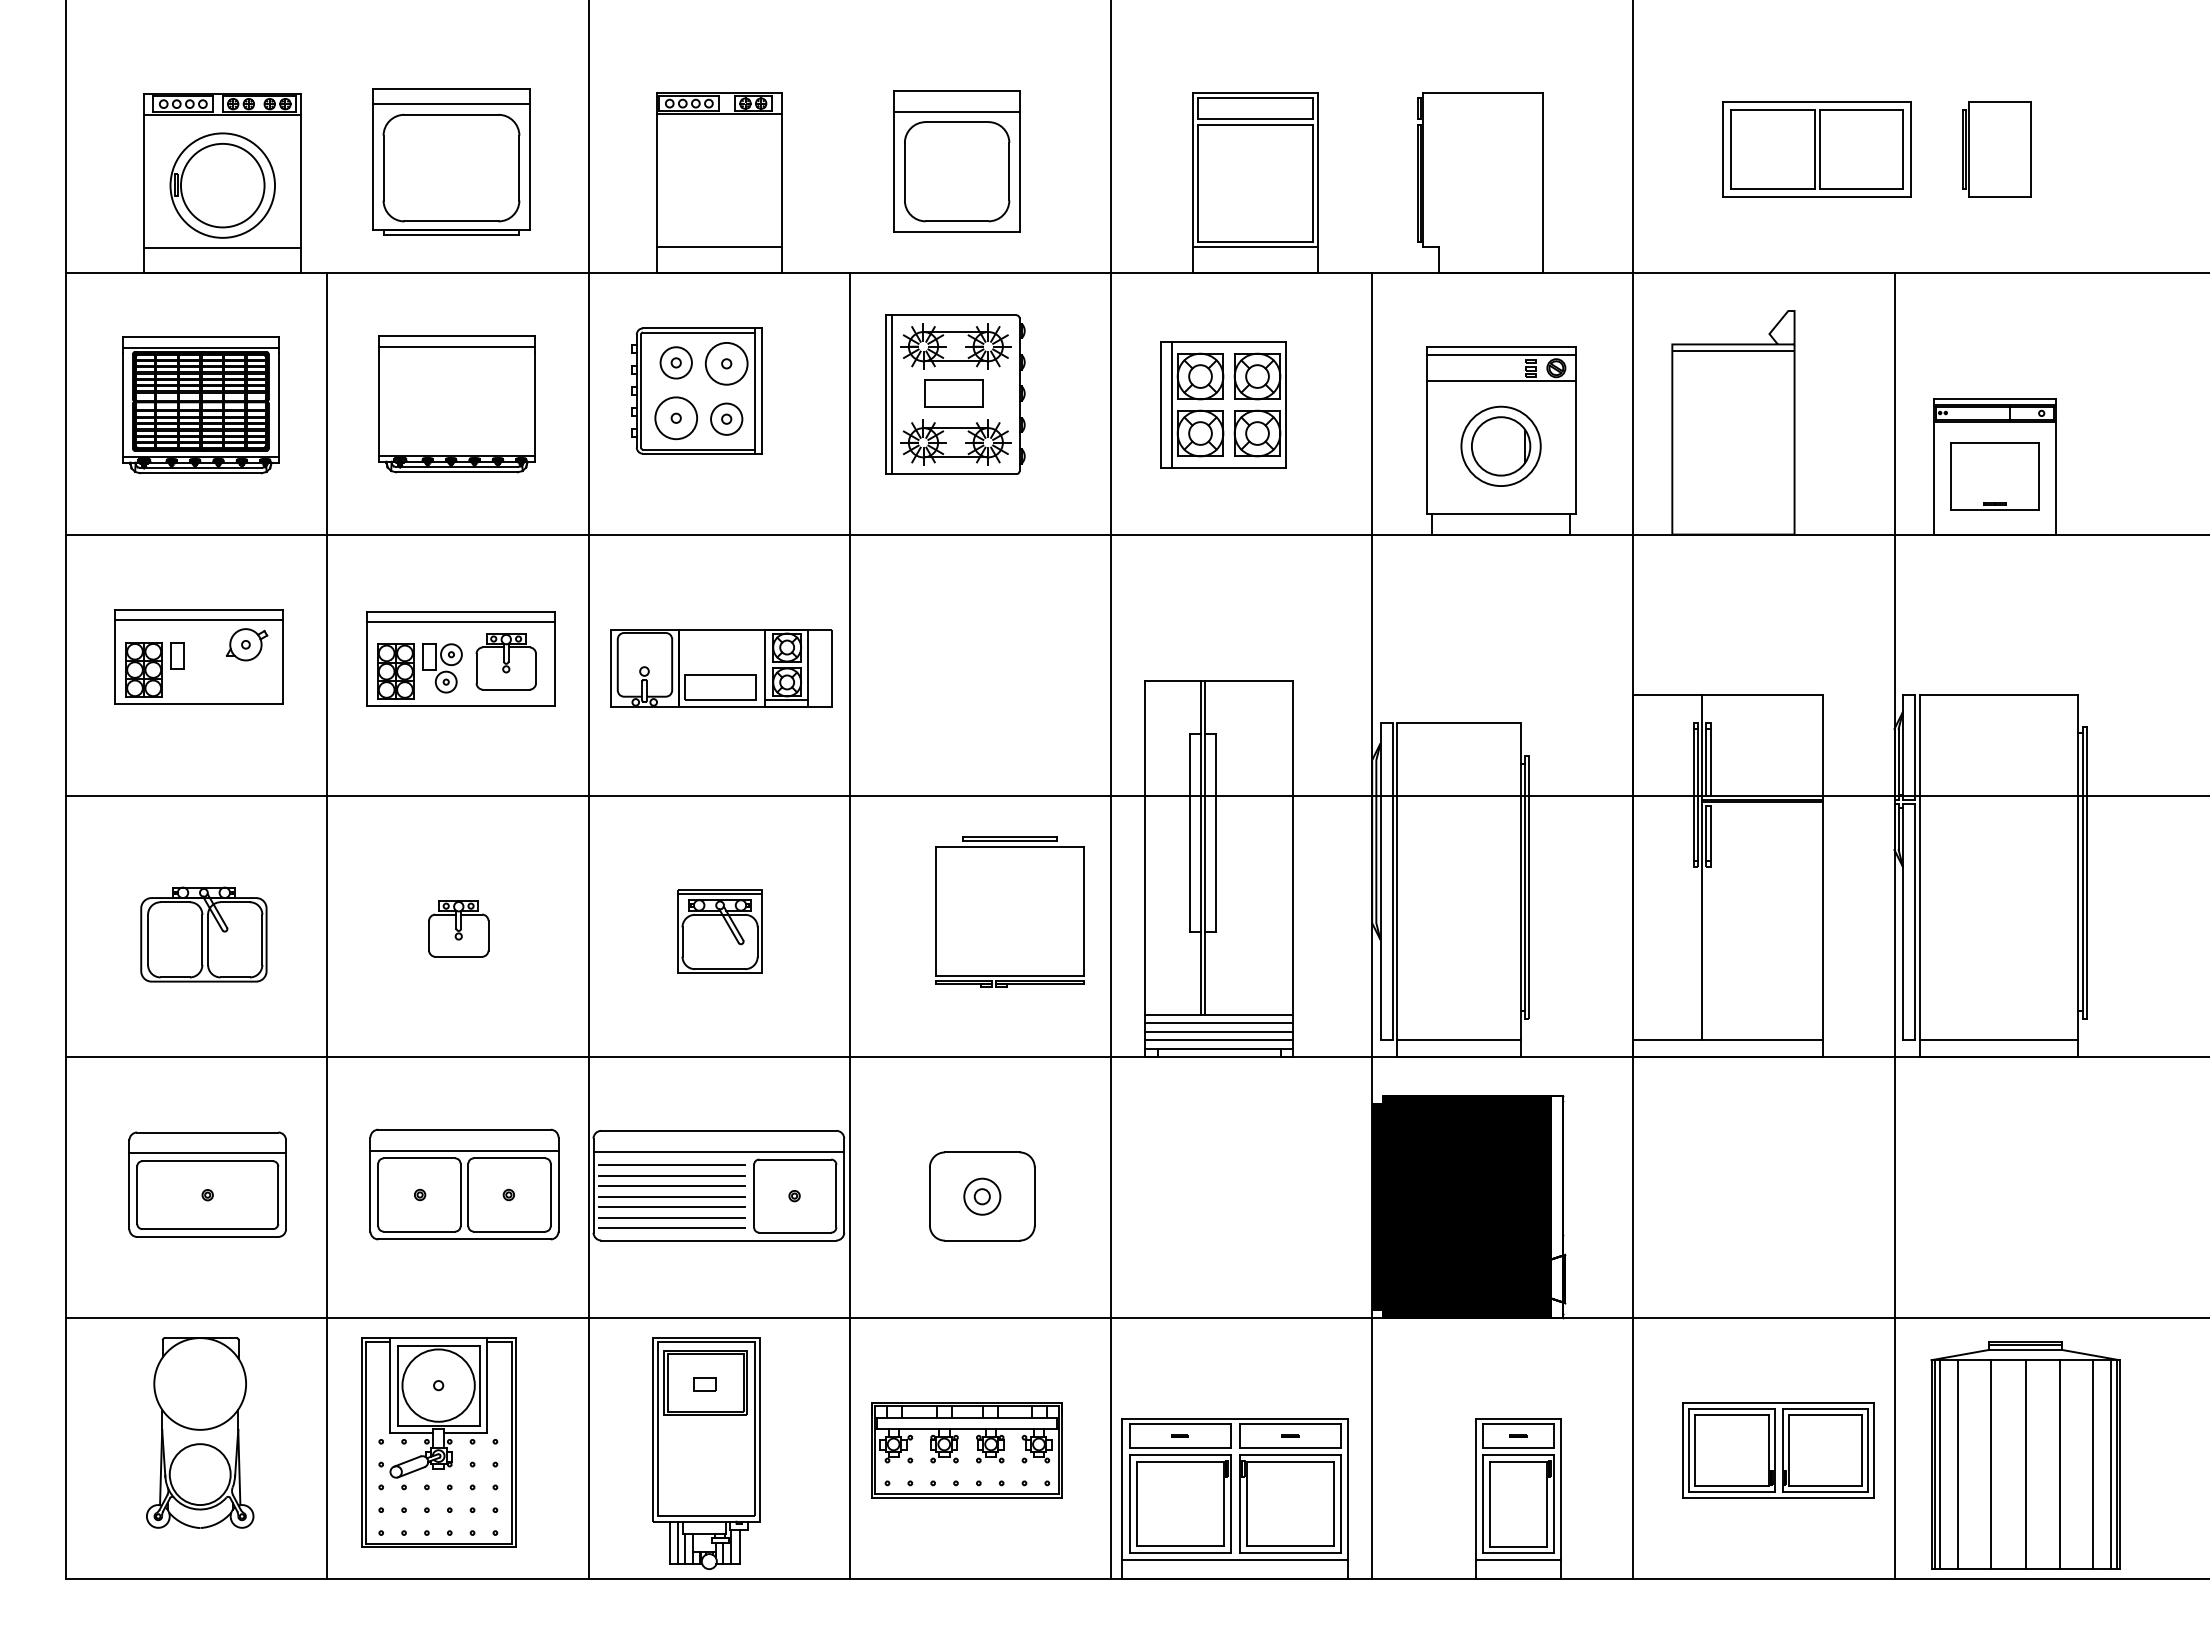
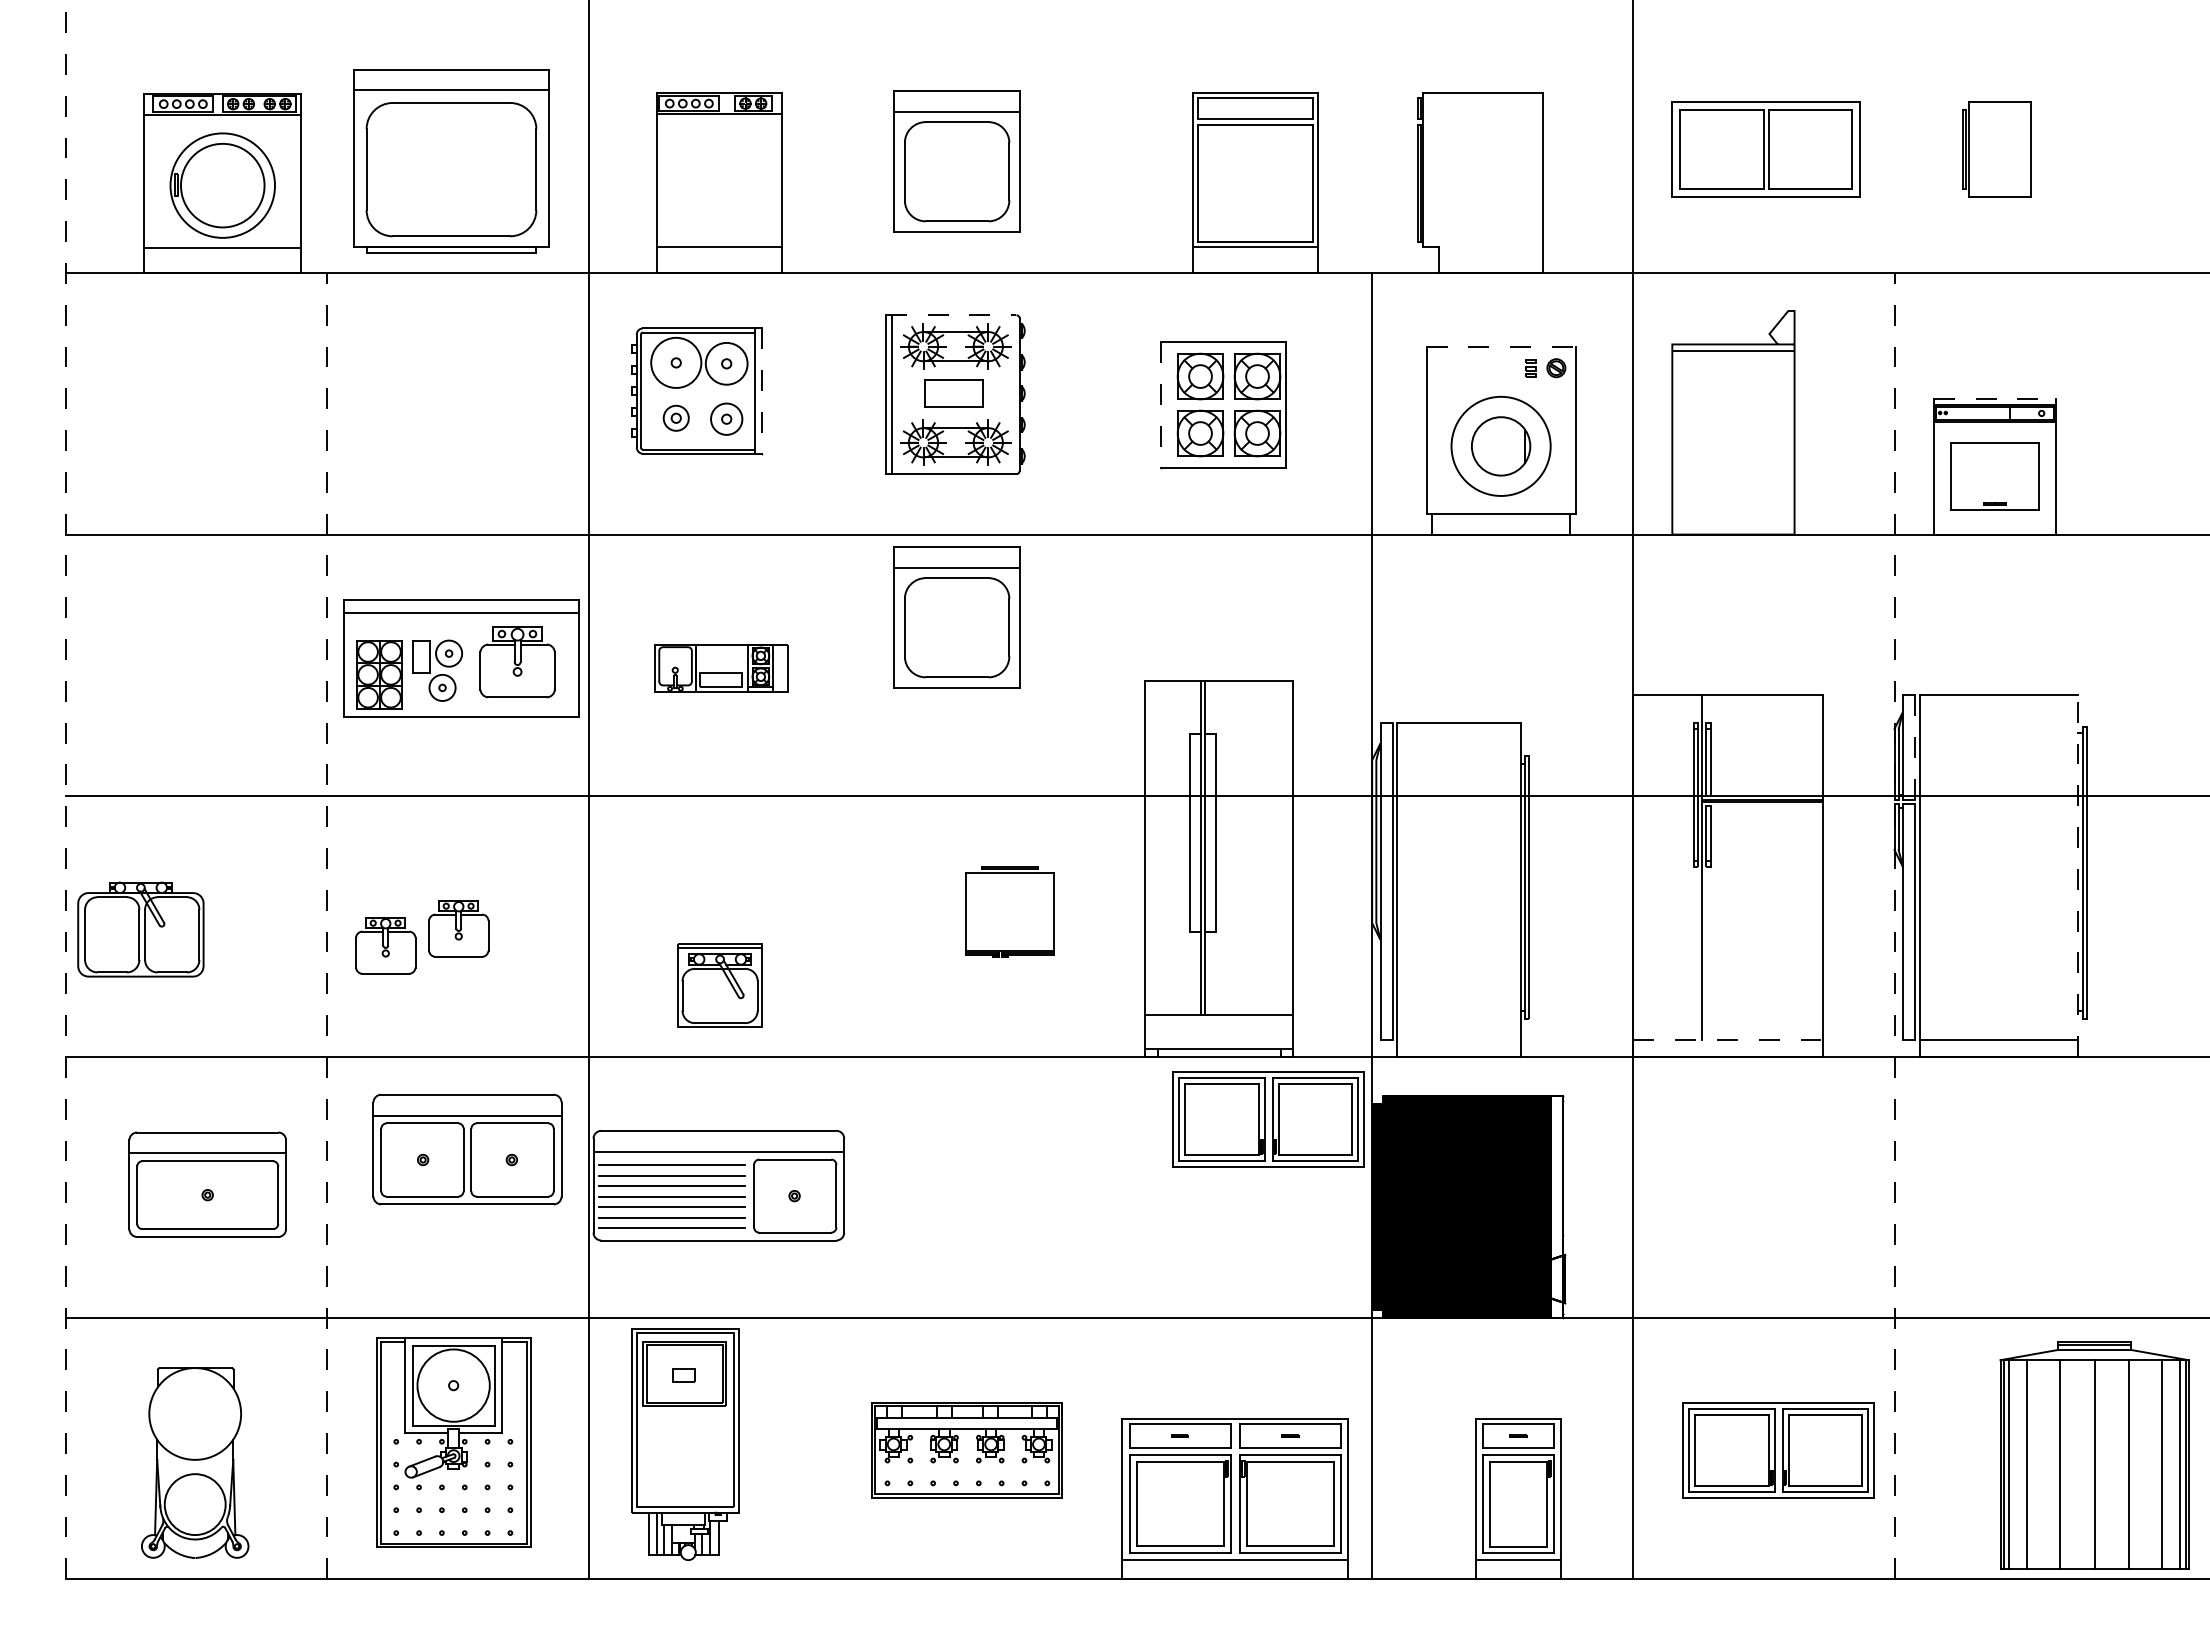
part at (1816, 149) position: (1816, 149) -> (1765, 149)
part at (451, 161) size: 159x148 px -> 197x185 px
line at (951, 315): solid -> dashed
line at (1501, 346): solid -> dashed
line at (1500, 355): present -> none
circle at (675, 362) diameter: 31 px -> 50 px
line at (1500, 381): present -> none
line at (762, 391): solid -> dashed
line at (1995, 398): solid -> dashed
part at (456, 404): present -> none
line at (1172, 404): present -> none
part at (200, 405): present -> none
line at (1160, 405): solid -> dashed
circle at (676, 418) diameter: 42 px -> 25 px
circle at (1500, 446) diameter: 79 px -> 99 px
part at (956, 617): none -> present
part at (198, 656): present -> none
part at (460, 658) size: 190x96 px -> 237x119 px
part at (721, 668) size: 223x79 px -> 135x49 px
line at (1915, 748): solid -> dashed
line at (66, 789): solid -> dashed
line at (1110, 790): present -> none
line at (2078, 876): solid -> dashed
part at (1009, 911) size: 150x152 px -> 90x92 px
line at (327, 926): solid -> dashed
line at (849, 926): present -> none
line at (1894, 926): solid -> dashed
part at (719, 931) position: (719, 931) -> (719, 985)
part at (203, 934) position: (203, 934) -> (140, 929)
part at (385, 945): none -> present
line at (1219, 1023): present -> none
line at (1219, 1031): present -> none
line at (1219, 1040): present -> none
line at (1458, 1040): present -> none
line at (1728, 1040): solid -> dashed
part at (1268, 1119): none -> present
part at (464, 1184) position: (464, 1184) -> (467, 1149)
part at (982, 1196): present -> none
part at (200, 1432) position: (200, 1432) -> (195, 1462)
part at (438, 1442) position: (438, 1442) -> (453, 1442)
part at (706, 1453) position: (706, 1453) -> (685, 1444)
part at (2025, 1455) position: (2025, 1455) -> (2094, 1455)
